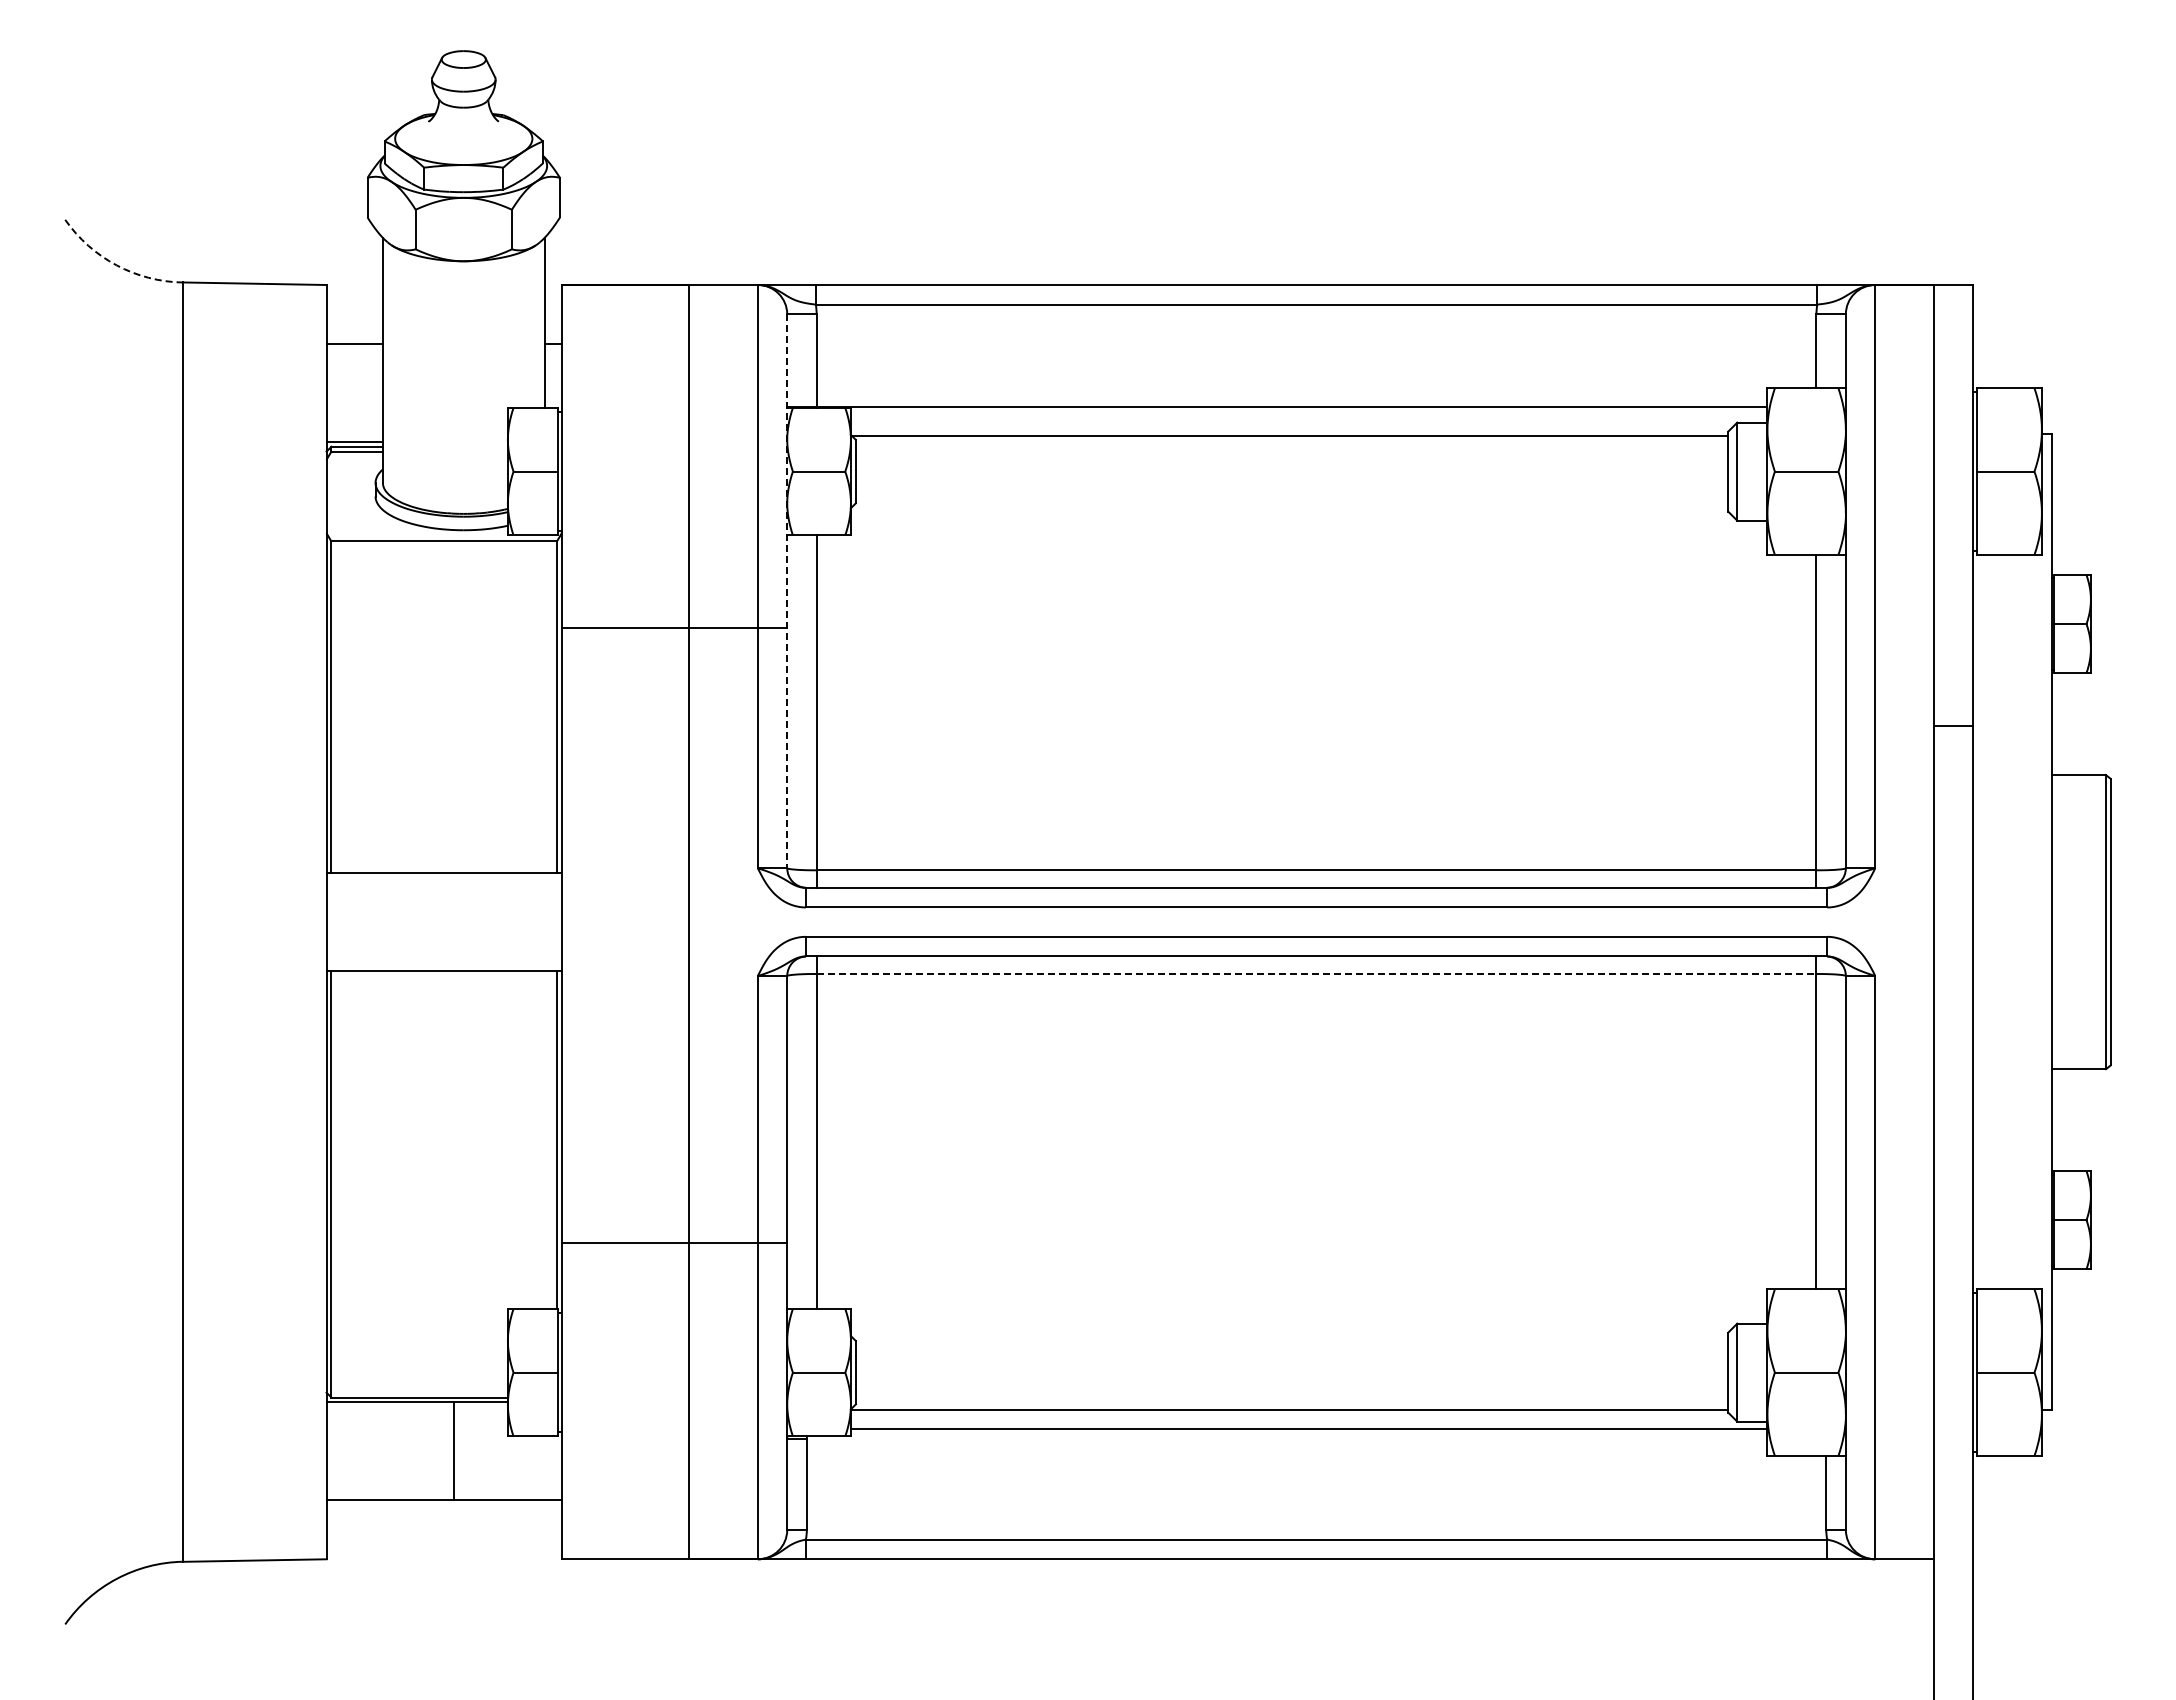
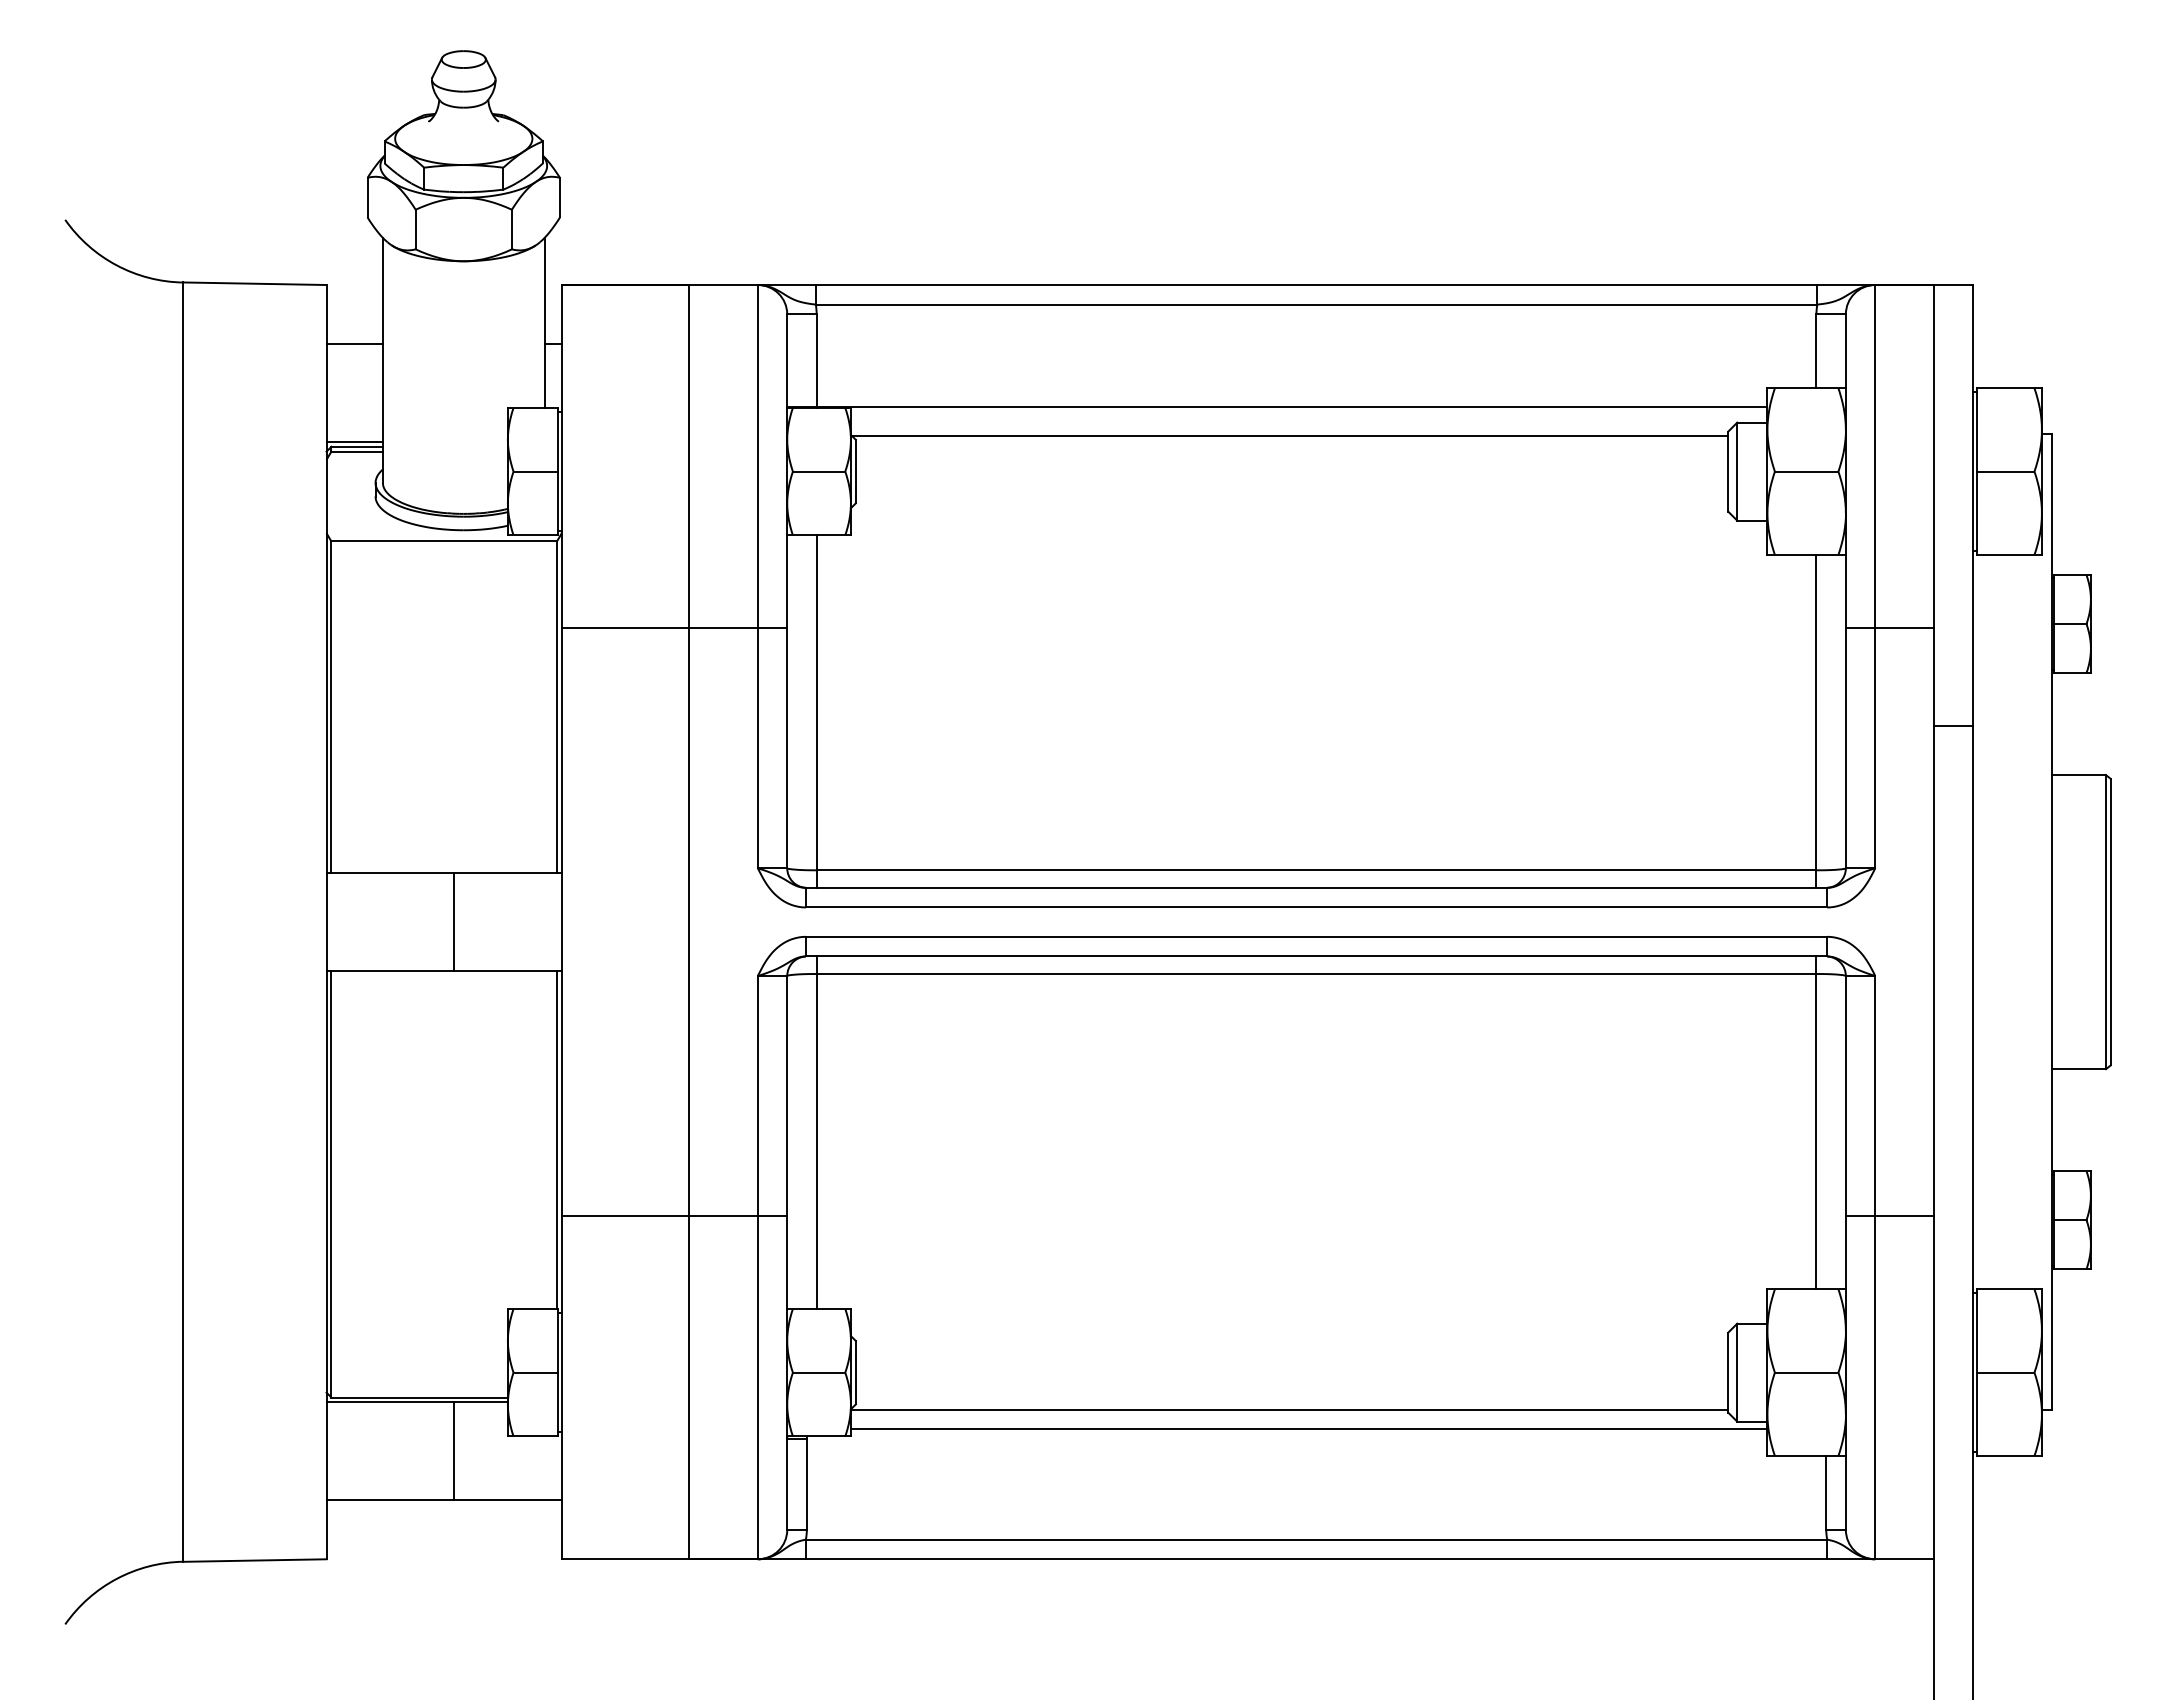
arc at (116, 265): dashed -> solid
line at (787, 591): dashed -> solid
line at (1889, 628): none -> present
line at (453, 922): none -> present
line at (1316, 974): dashed -> solid
line at (1889, 1216): none -> present
line at (674, 1243) position: (674, 1243) -> (674, 1216)
